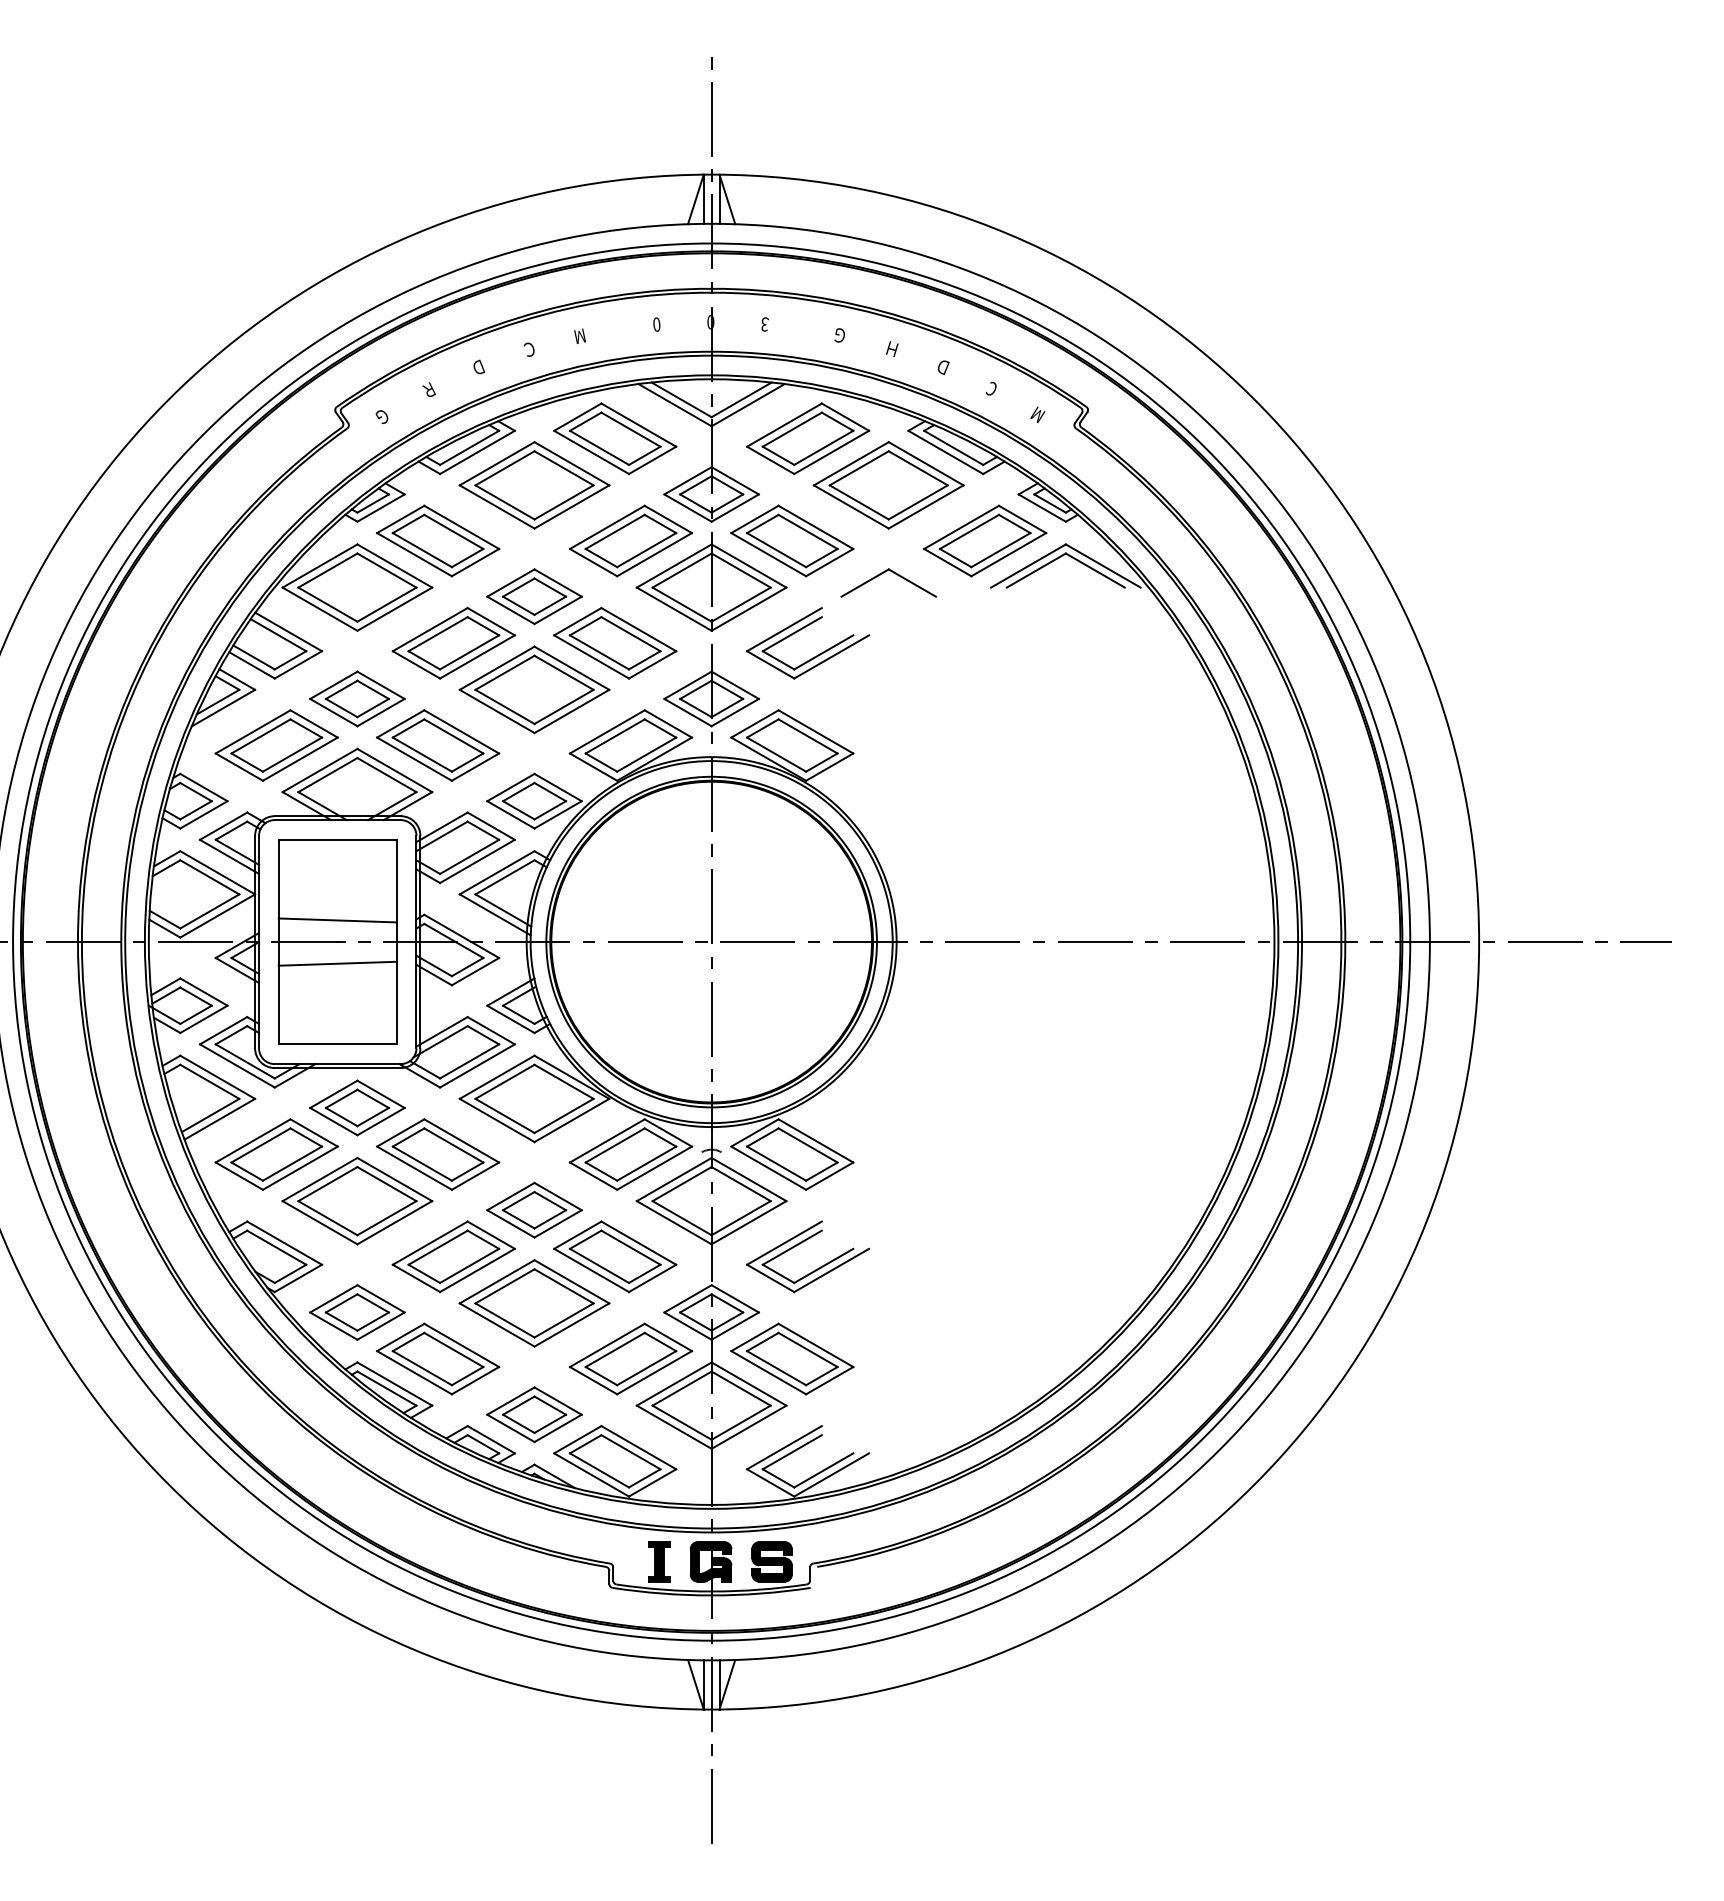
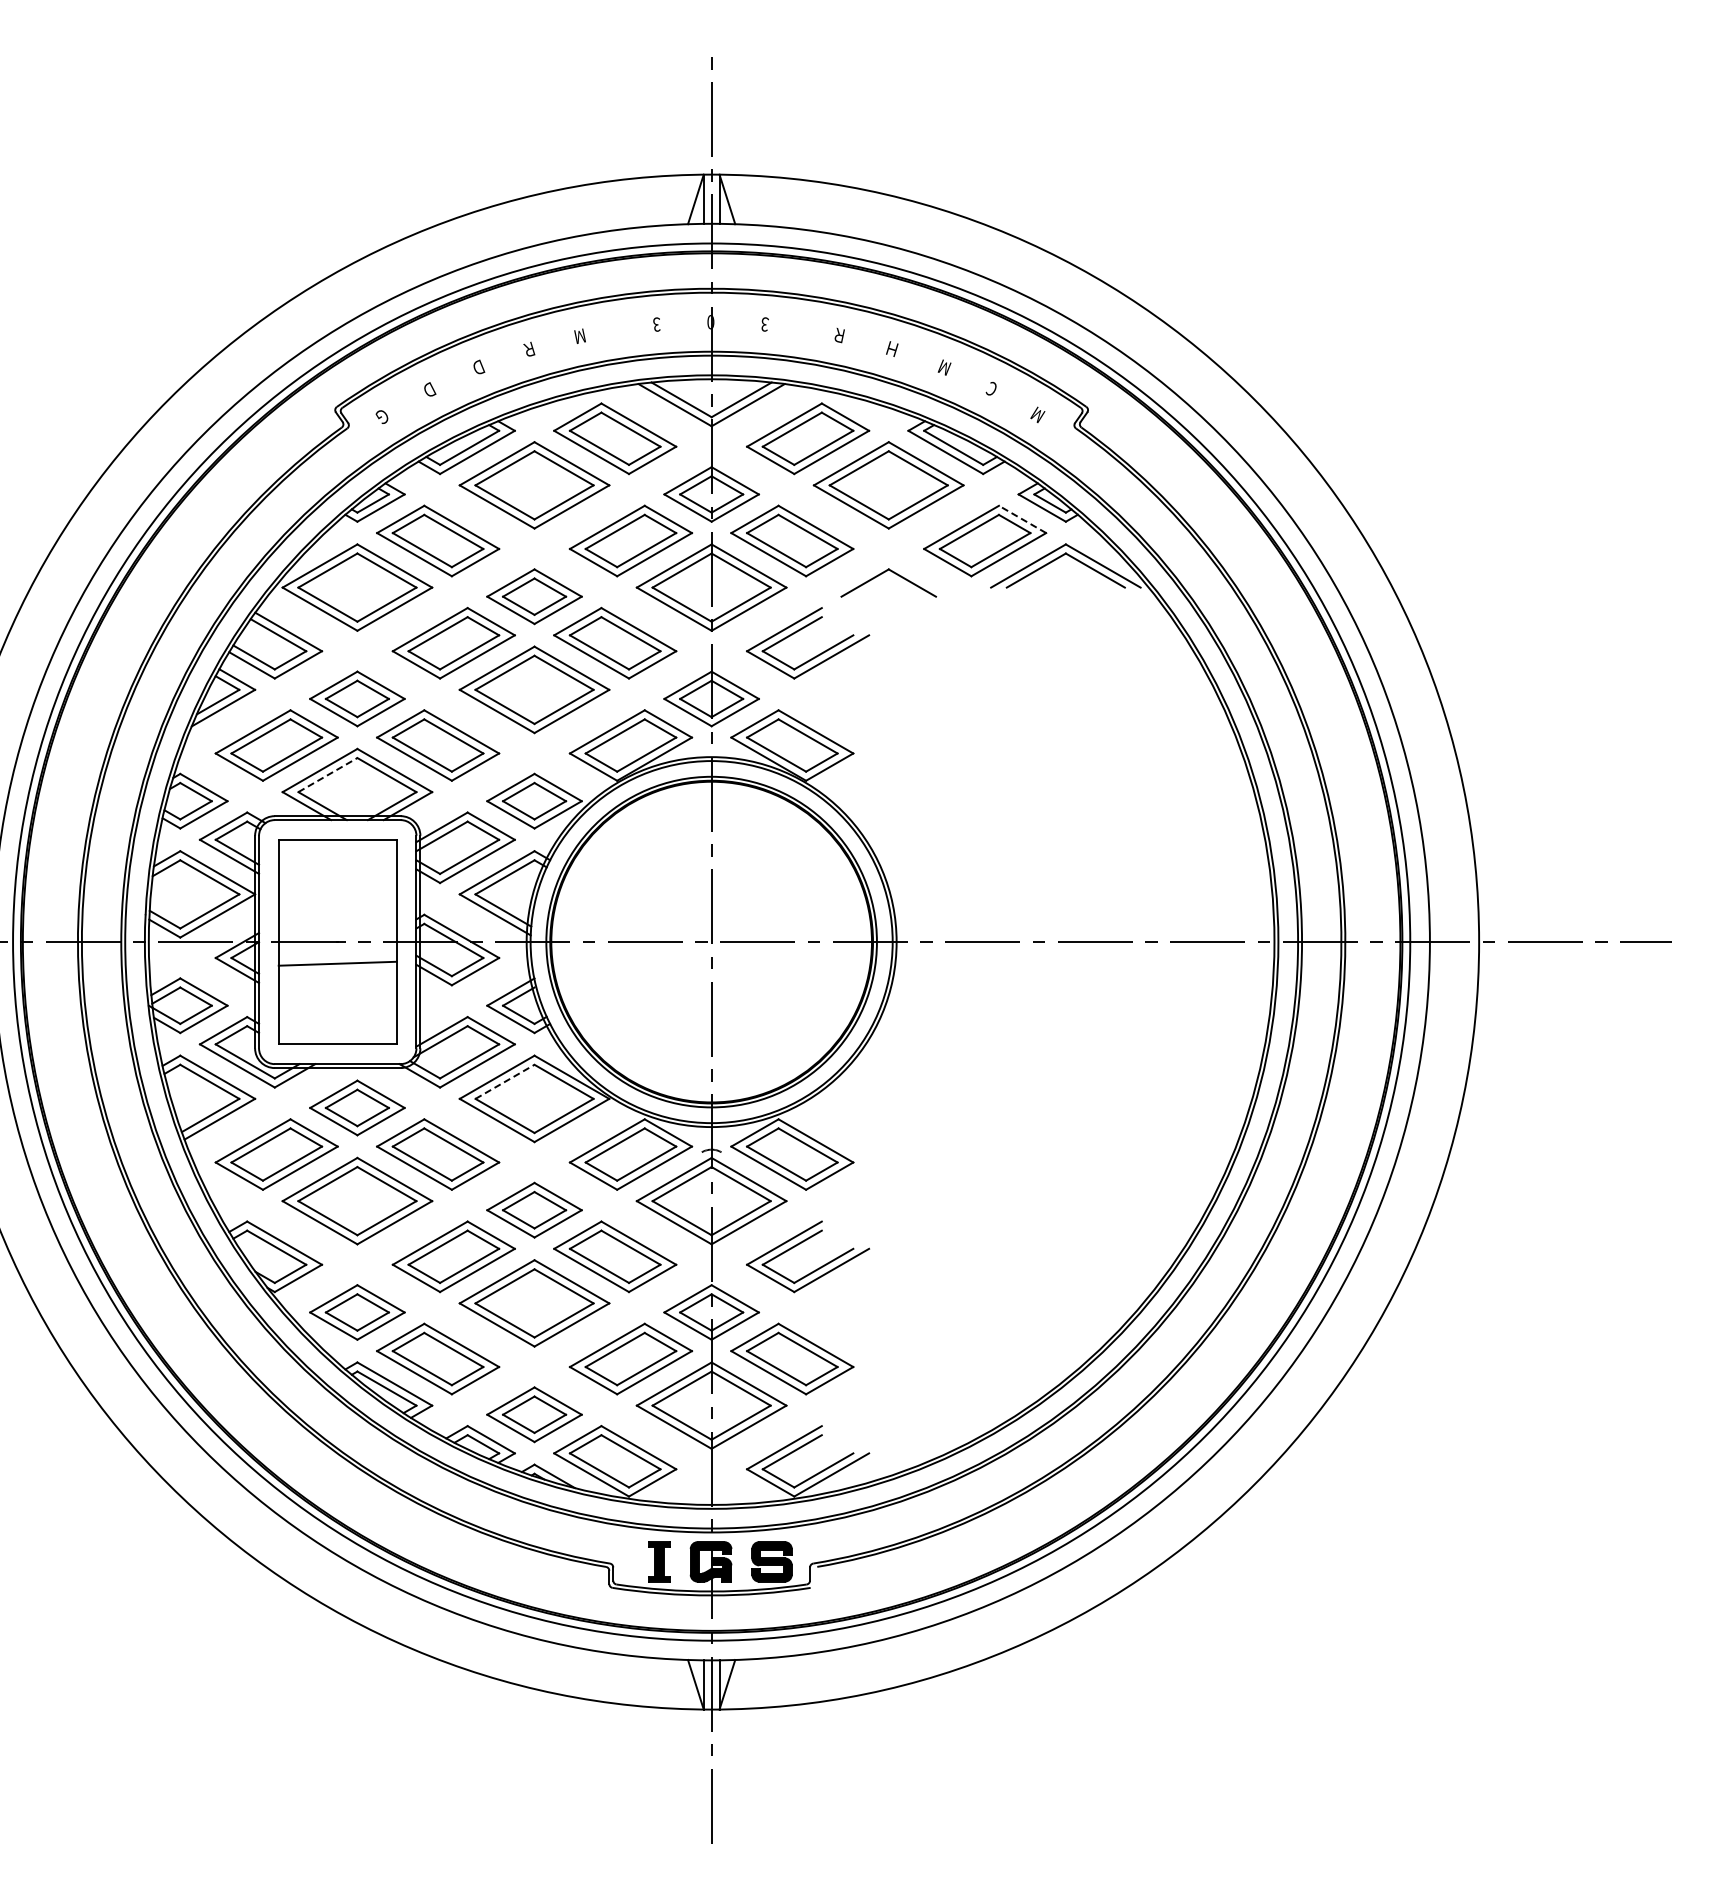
text at (656, 324): 0 -> 3
text at (839, 335): Ｇ -> Ｒ
text at (529, 348): Ｃ -> Ｒ
text at (944, 367): Ｄ -> M
text at (429, 389): Ｒ -> Ｄ
line at (1022, 519): solid -> dashed
line at (328, 774): solid -> dashed
line at (337, 920): present -> none
line at (505, 1081): solid -> dashed
